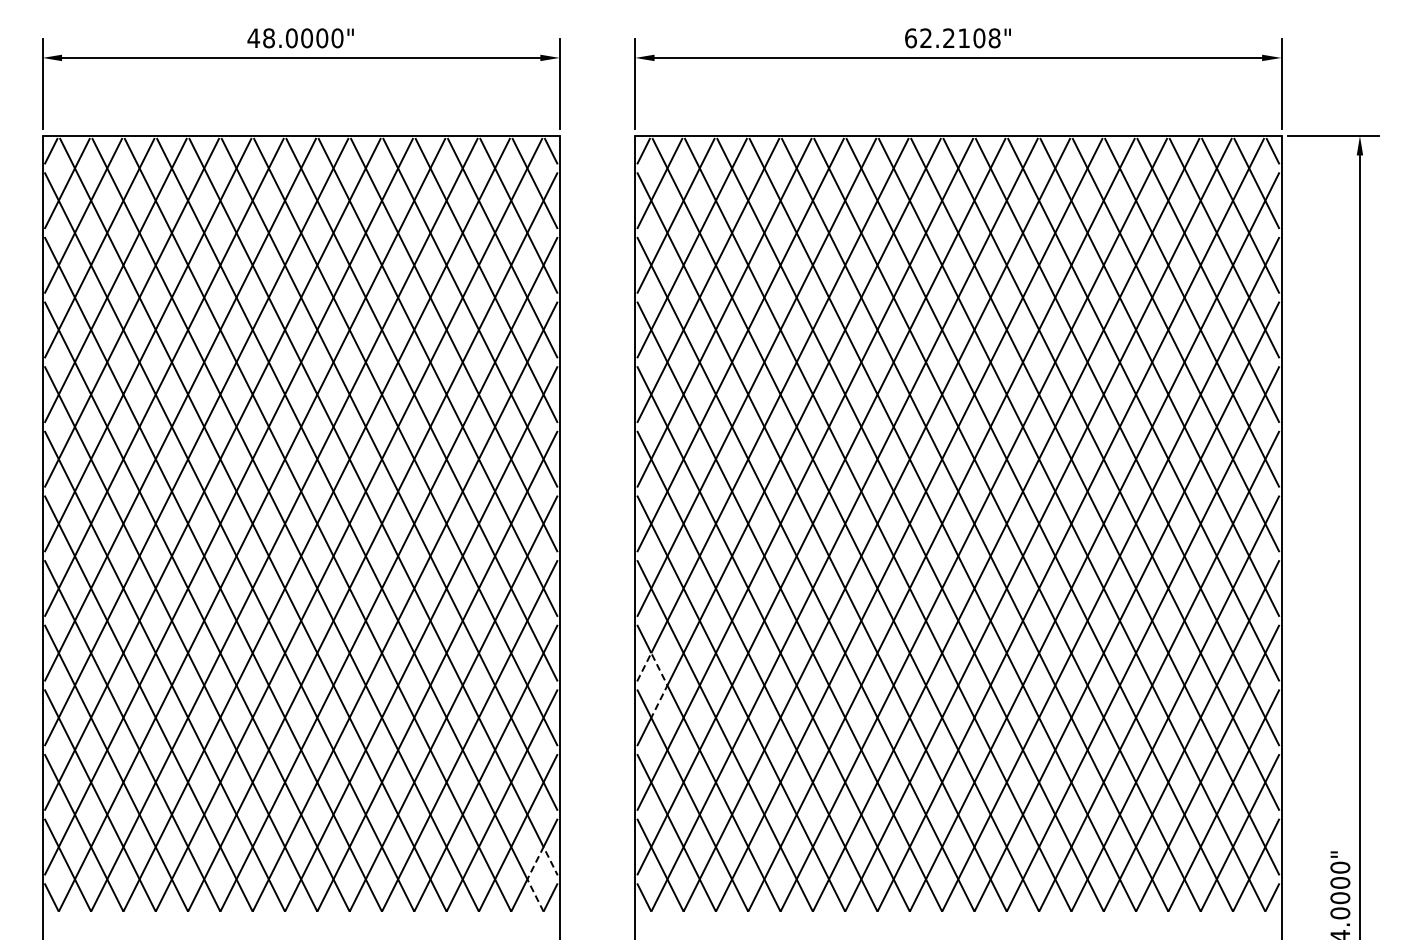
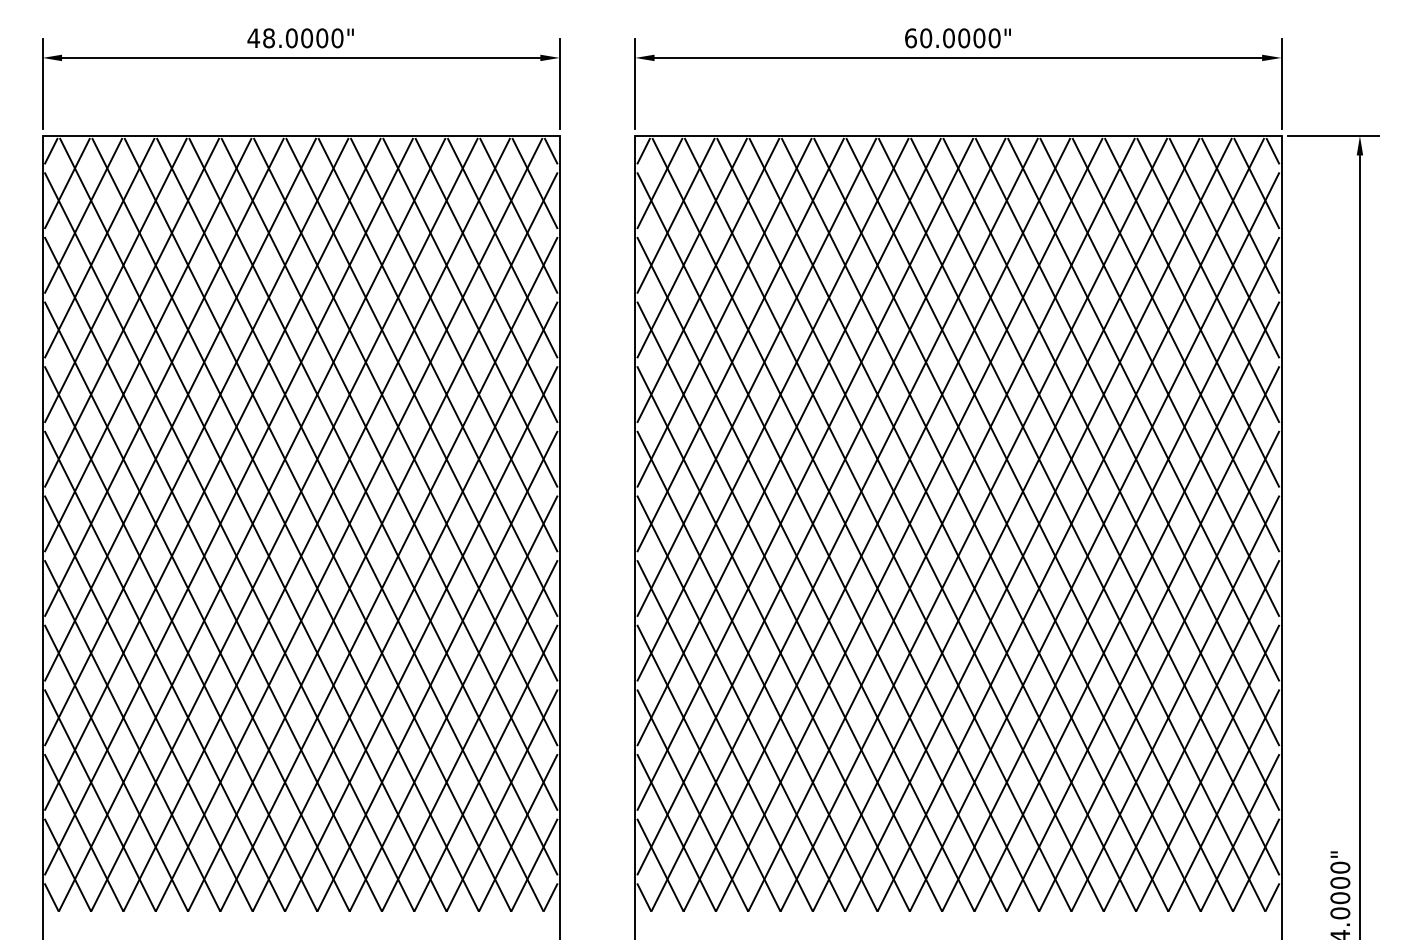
text at (960, 38): 62.2108" -> 60.0000"
line at (660, 671): dashed -> solid
line at (534, 865): dashed -> solid
